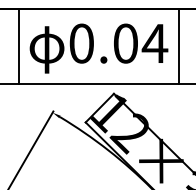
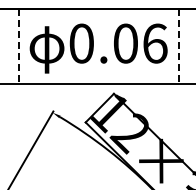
text at (154, 43): 0.04 -> 0.06
line at (18, 47): solid -> dashed
line at (179, 47): solid -> dashed
